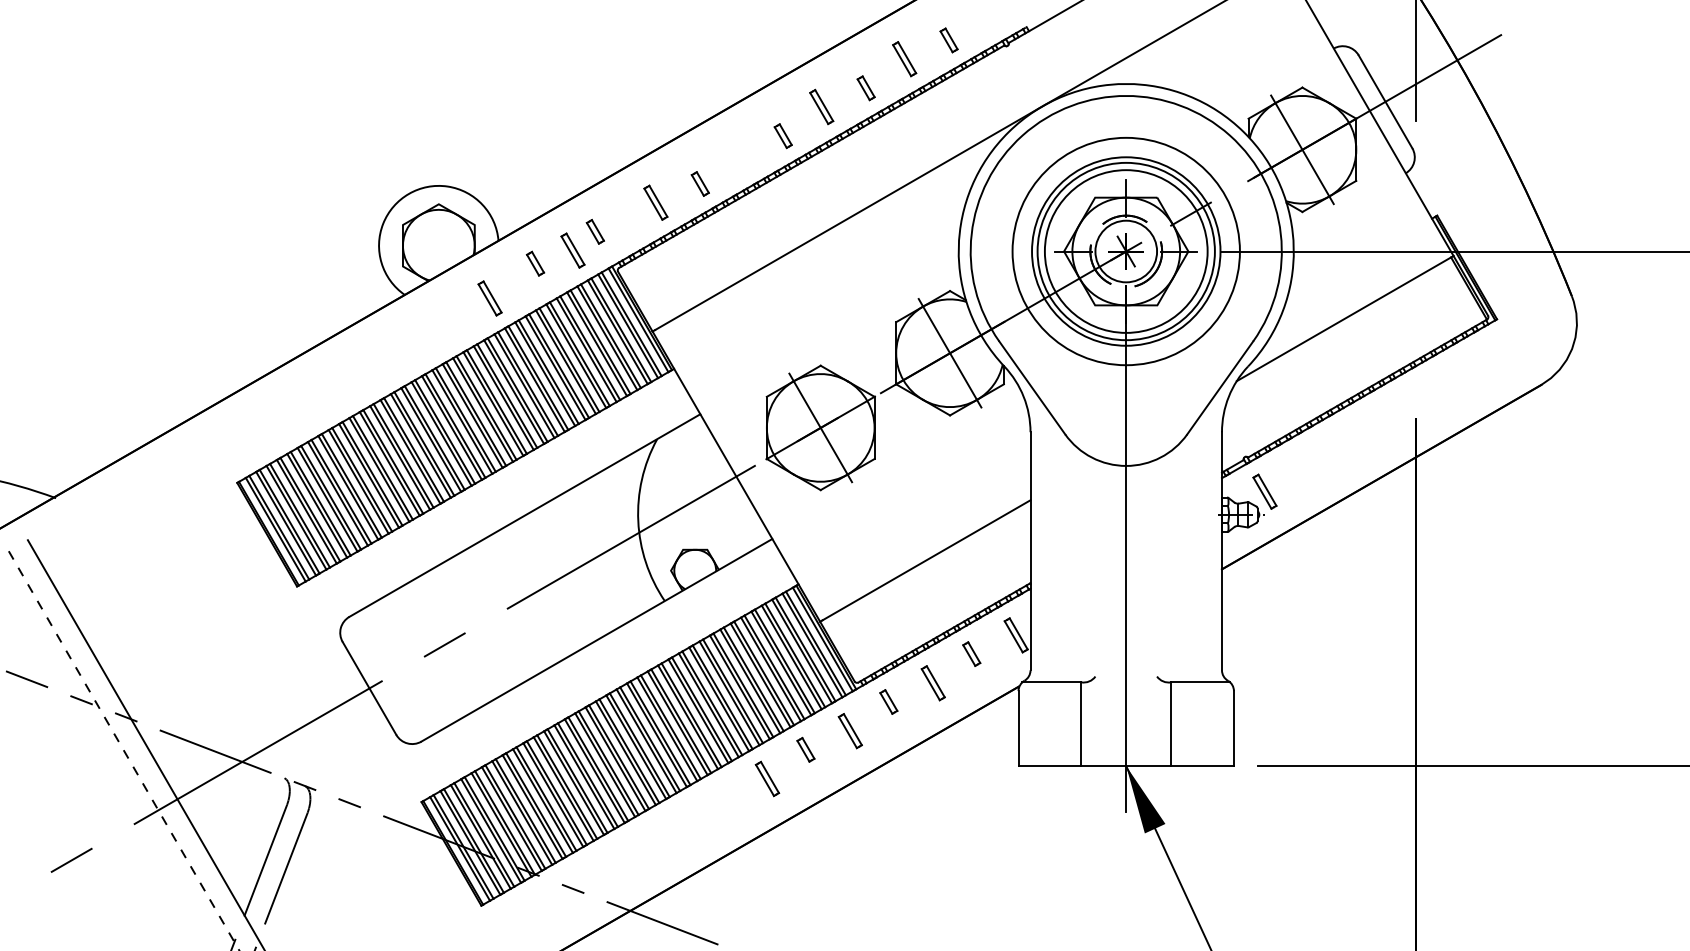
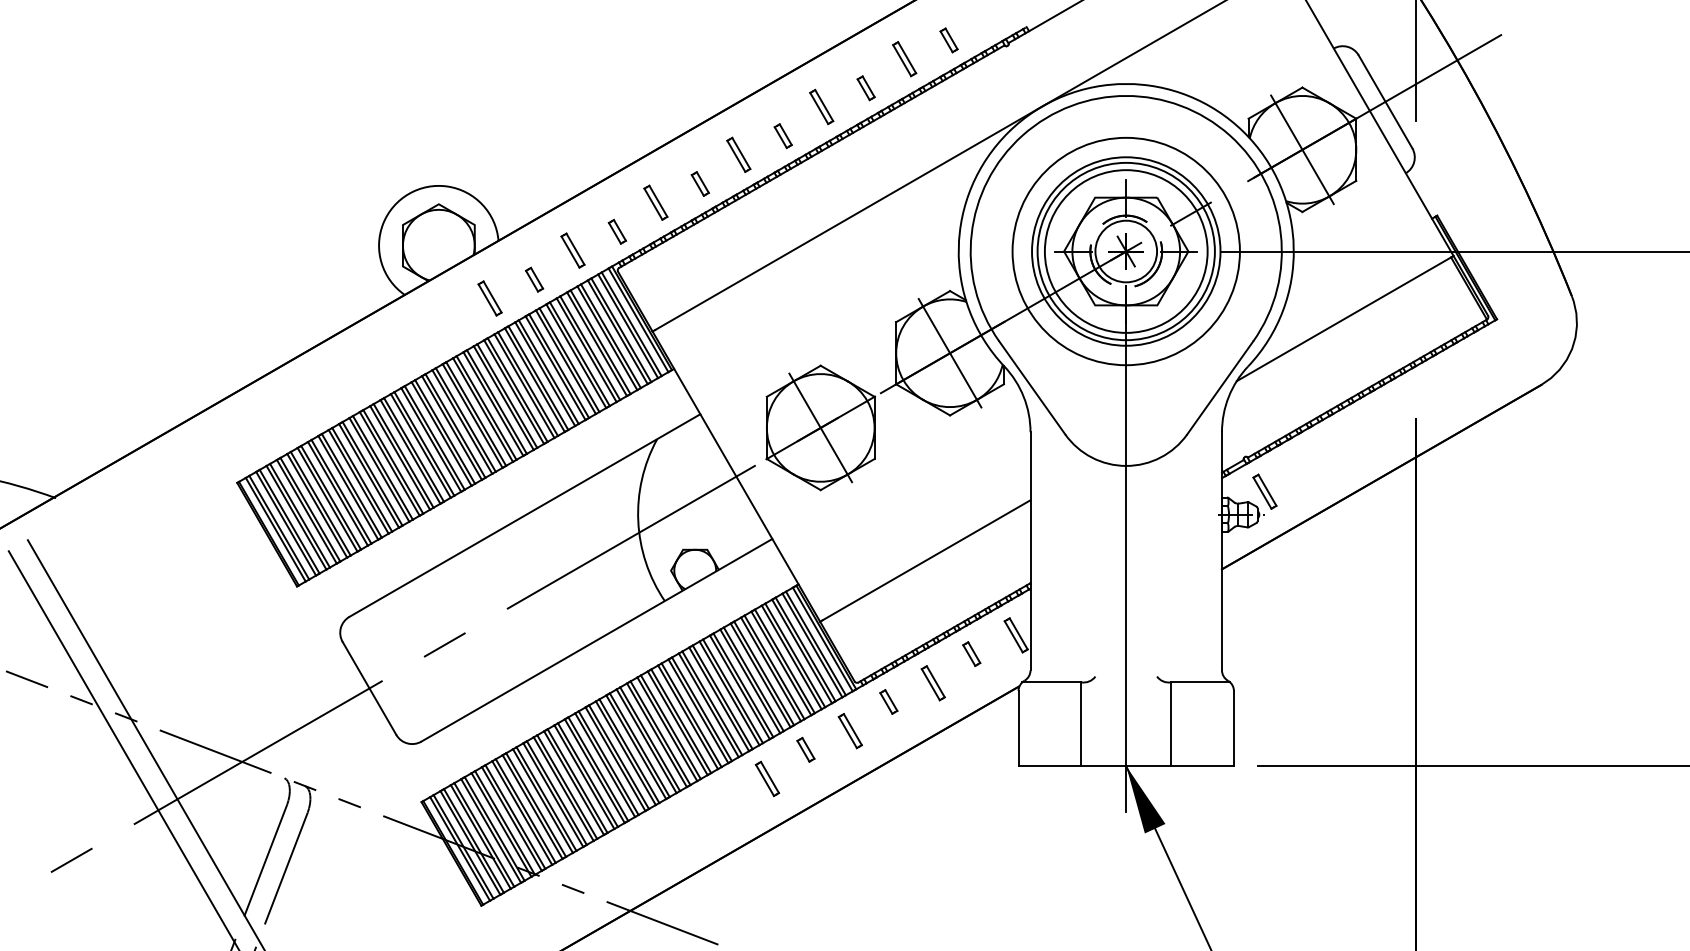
part at (738, 154): none -> present
part at (594, 231) position: (594, 231) -> (616, 231)
part at (535, 263) position: (535, 263) -> (534, 279)
line at (124, 751): dashed -> solid
